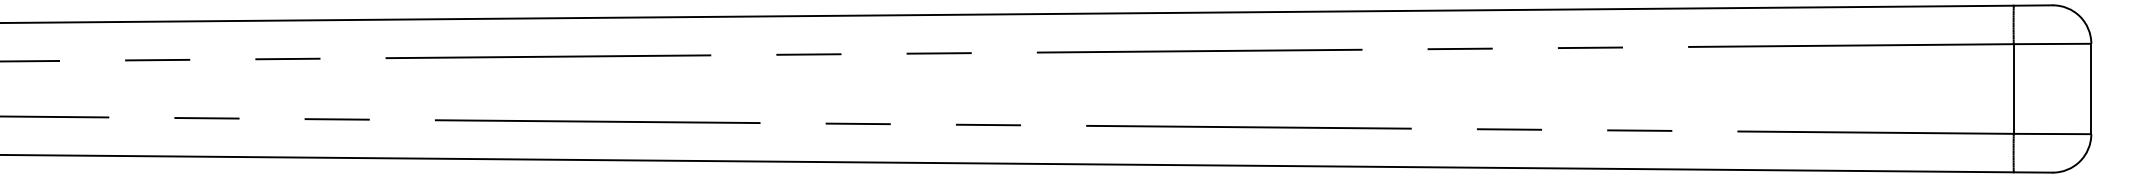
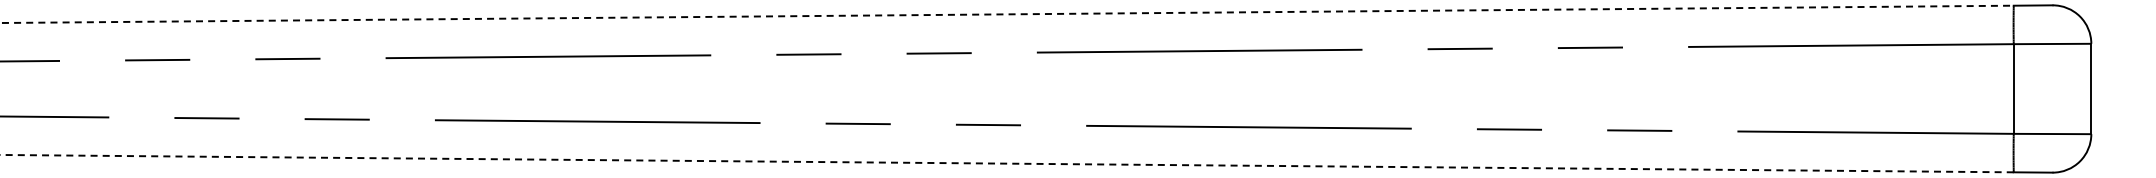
line at (1007, 14): solid -> dashed
line at (1007, 163): solid -> dashed
